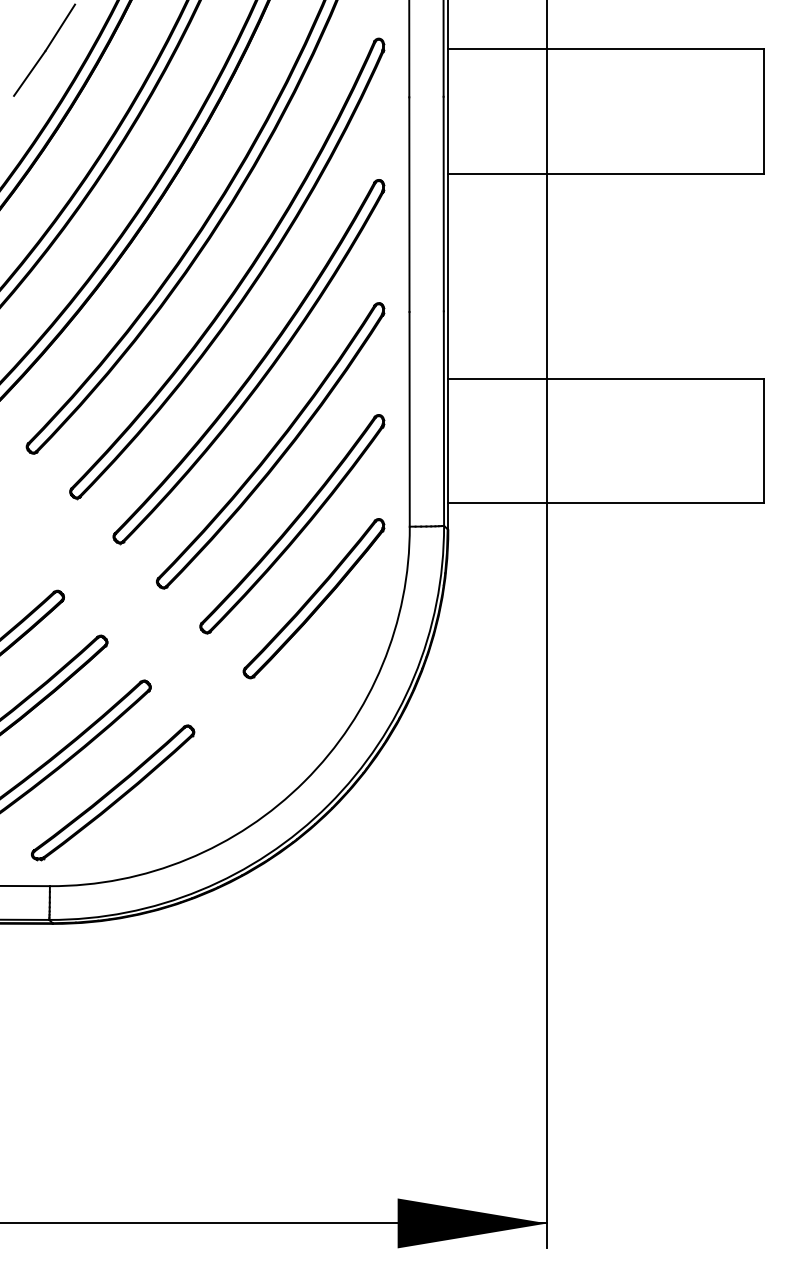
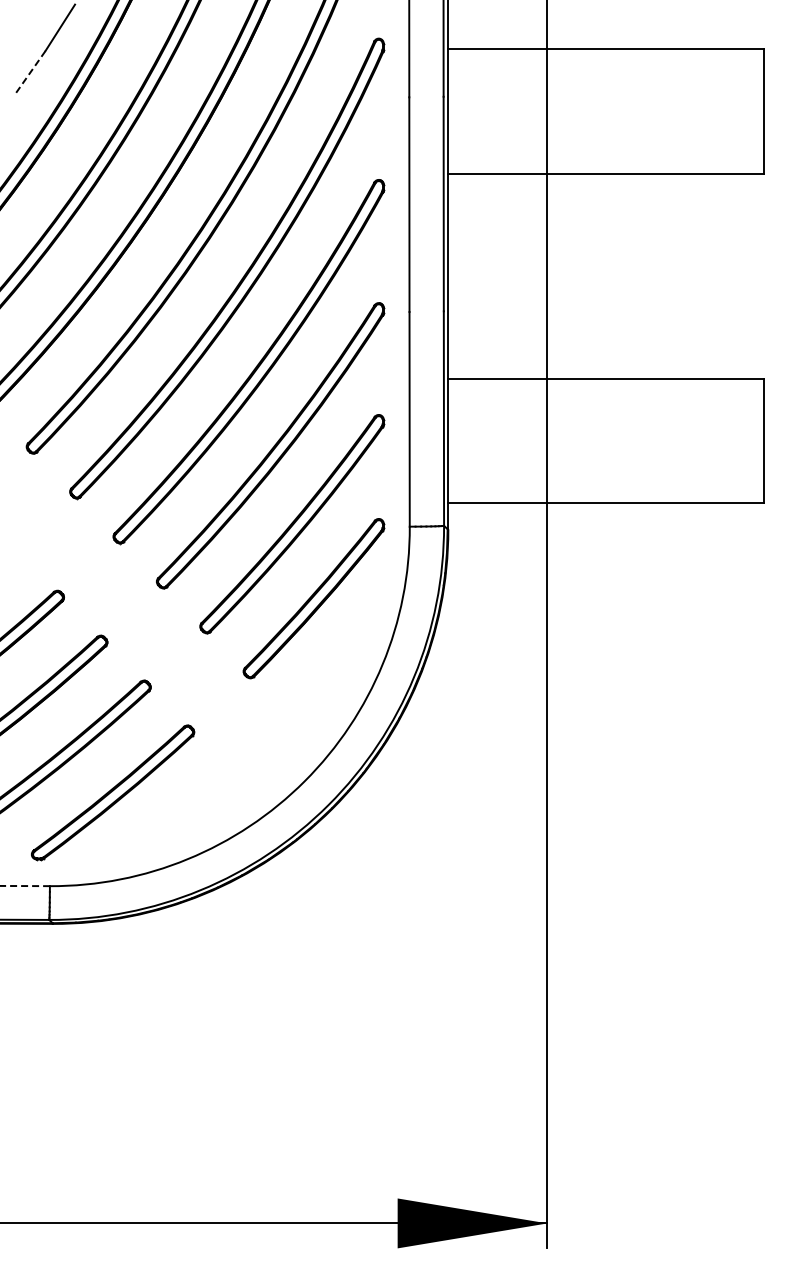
line at (29, 73): solid -> dashed
line at (25, 886): solid -> dashed
